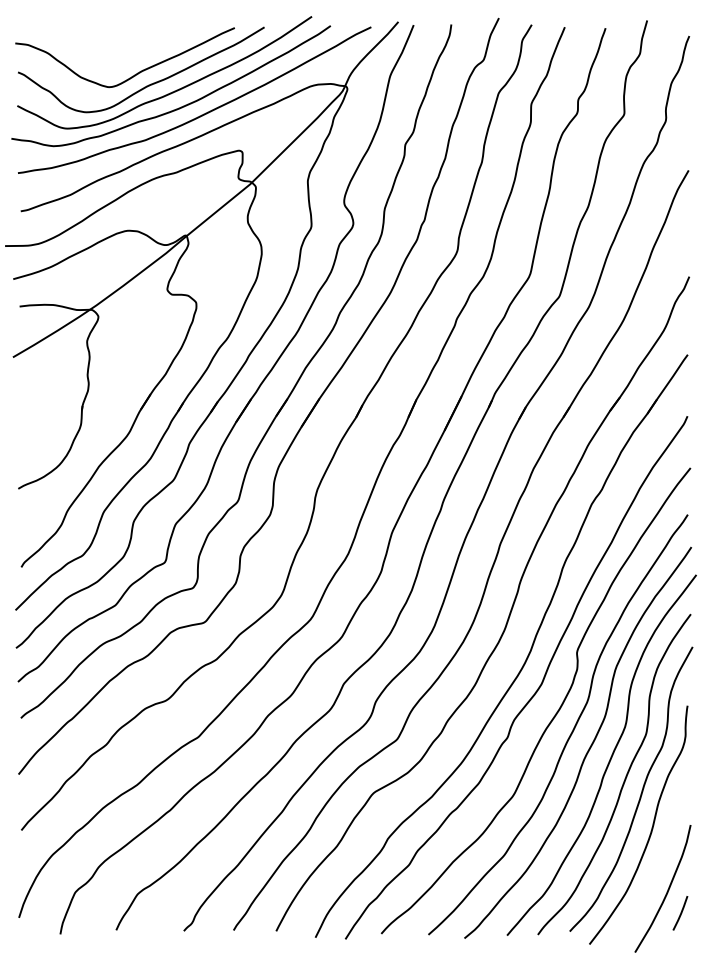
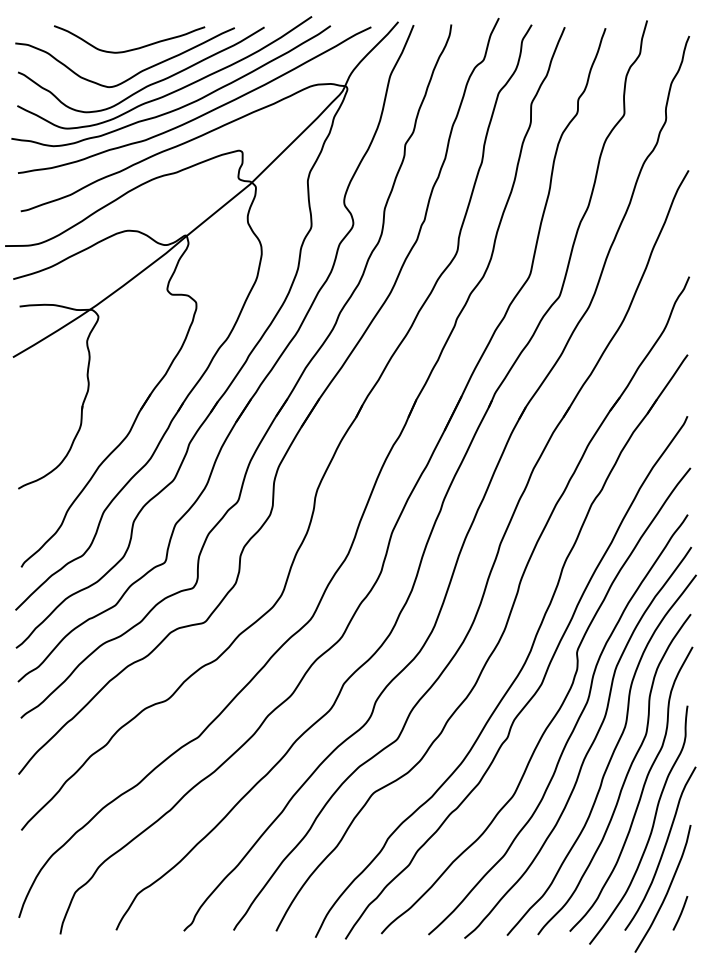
curve at (133, 48): none -> present
curve at (662, 850): none -> present
